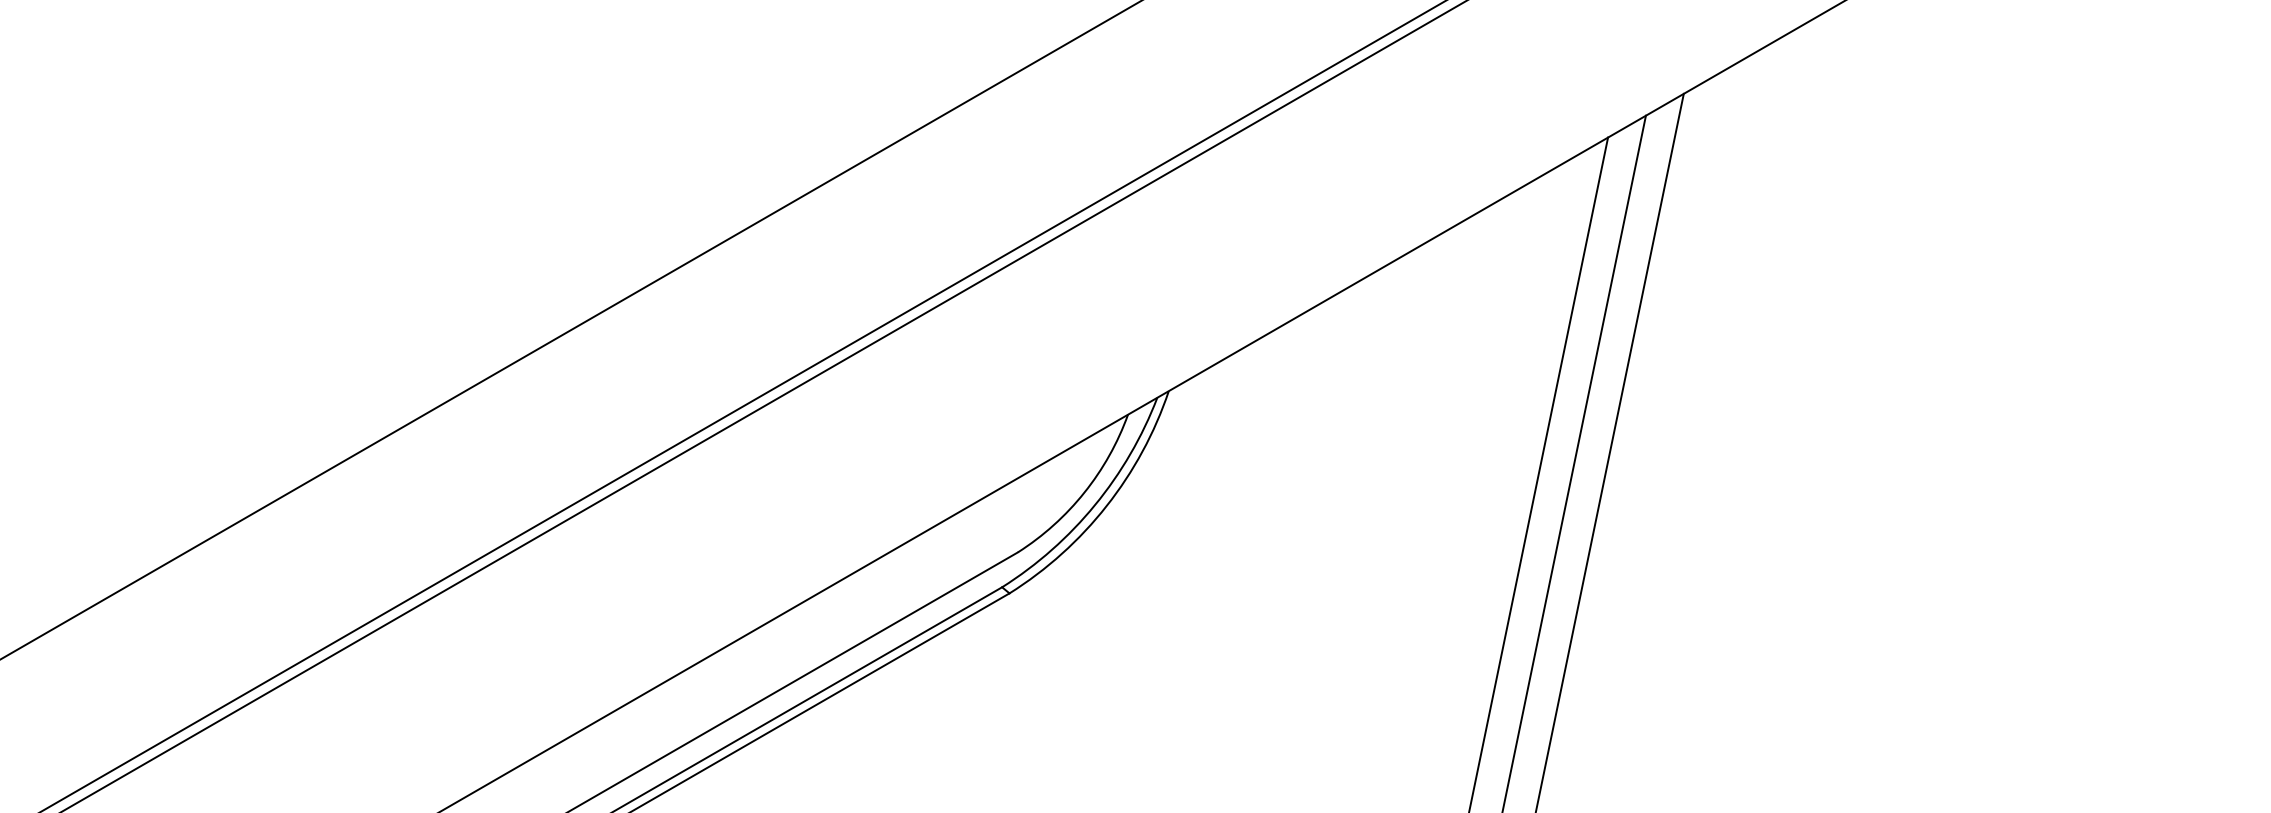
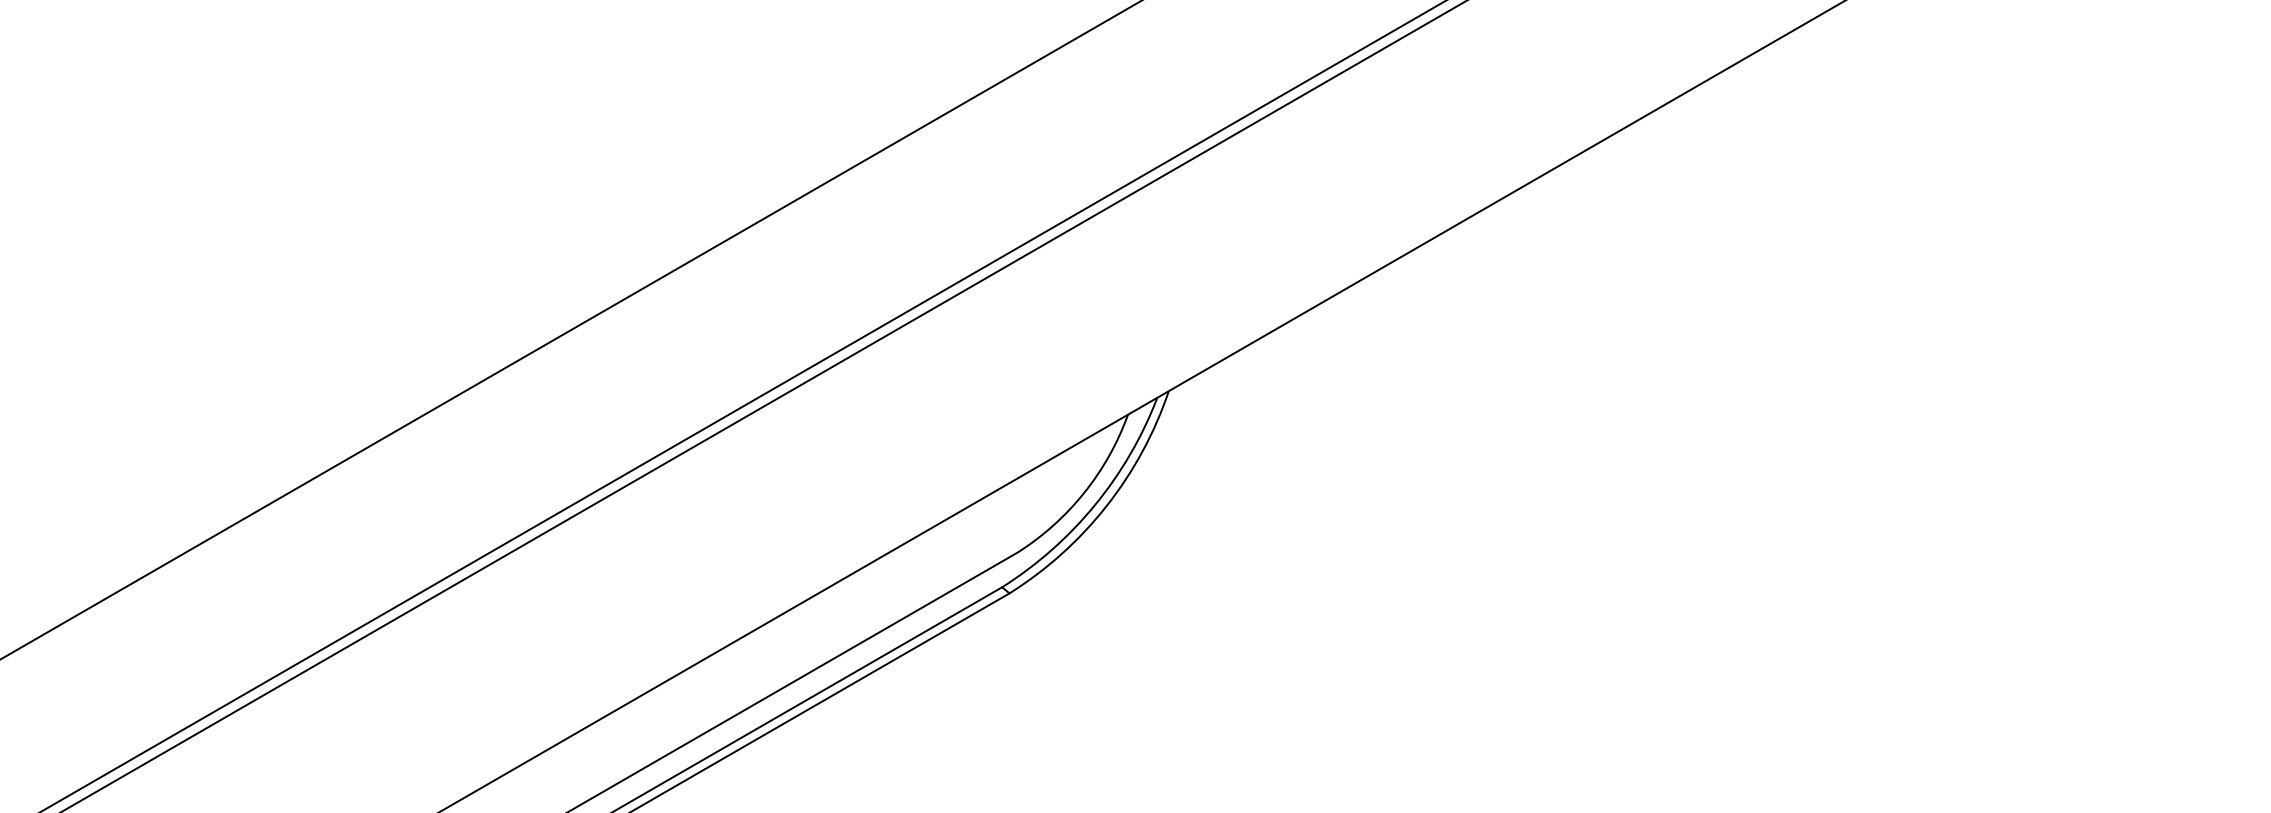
line at (1609, 451): present -> none
line at (1574, 462): present -> none
line at (1538, 473): present -> none
